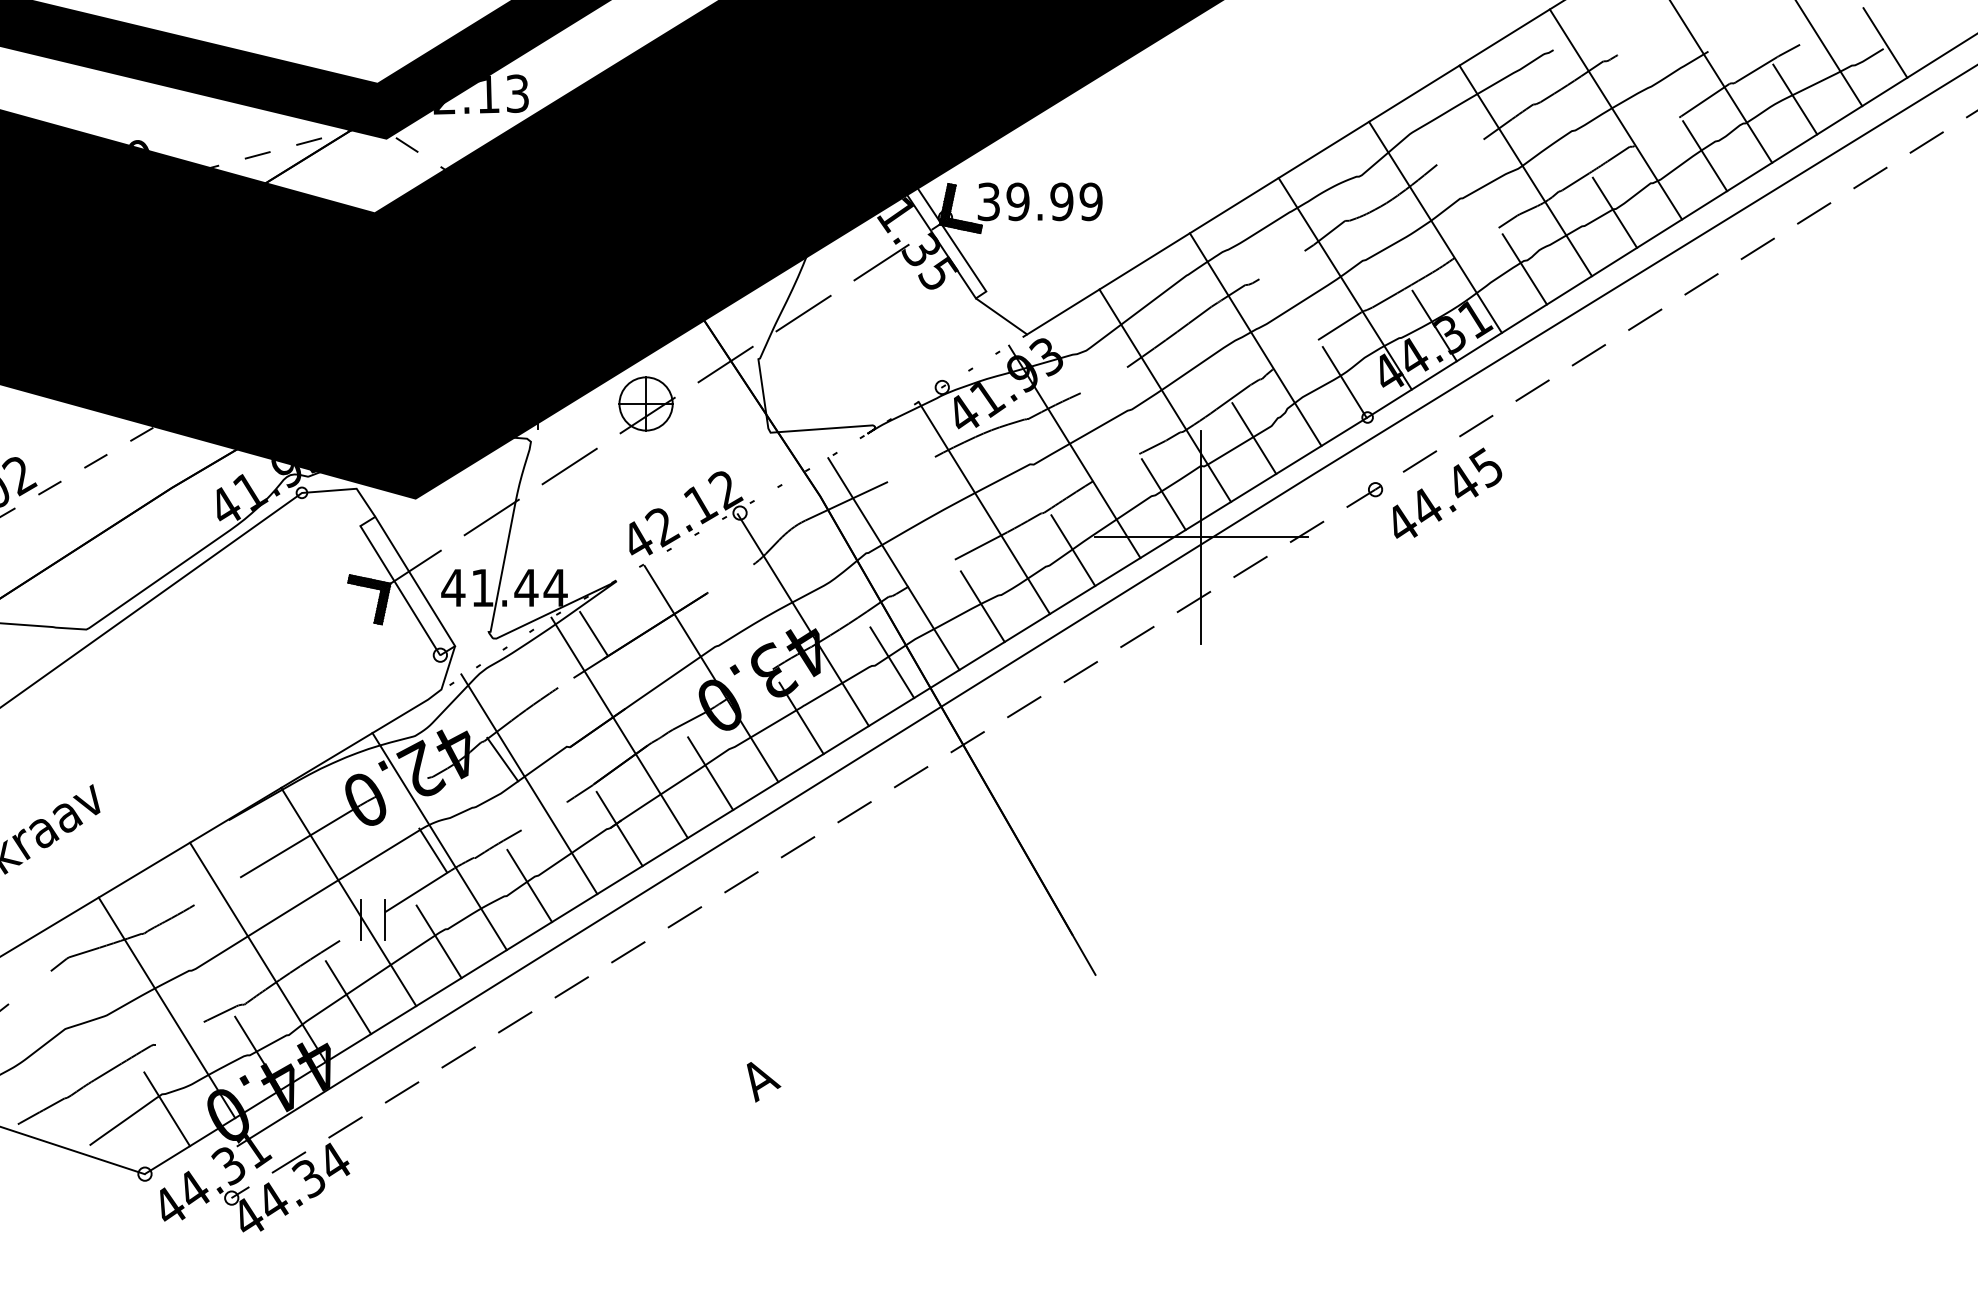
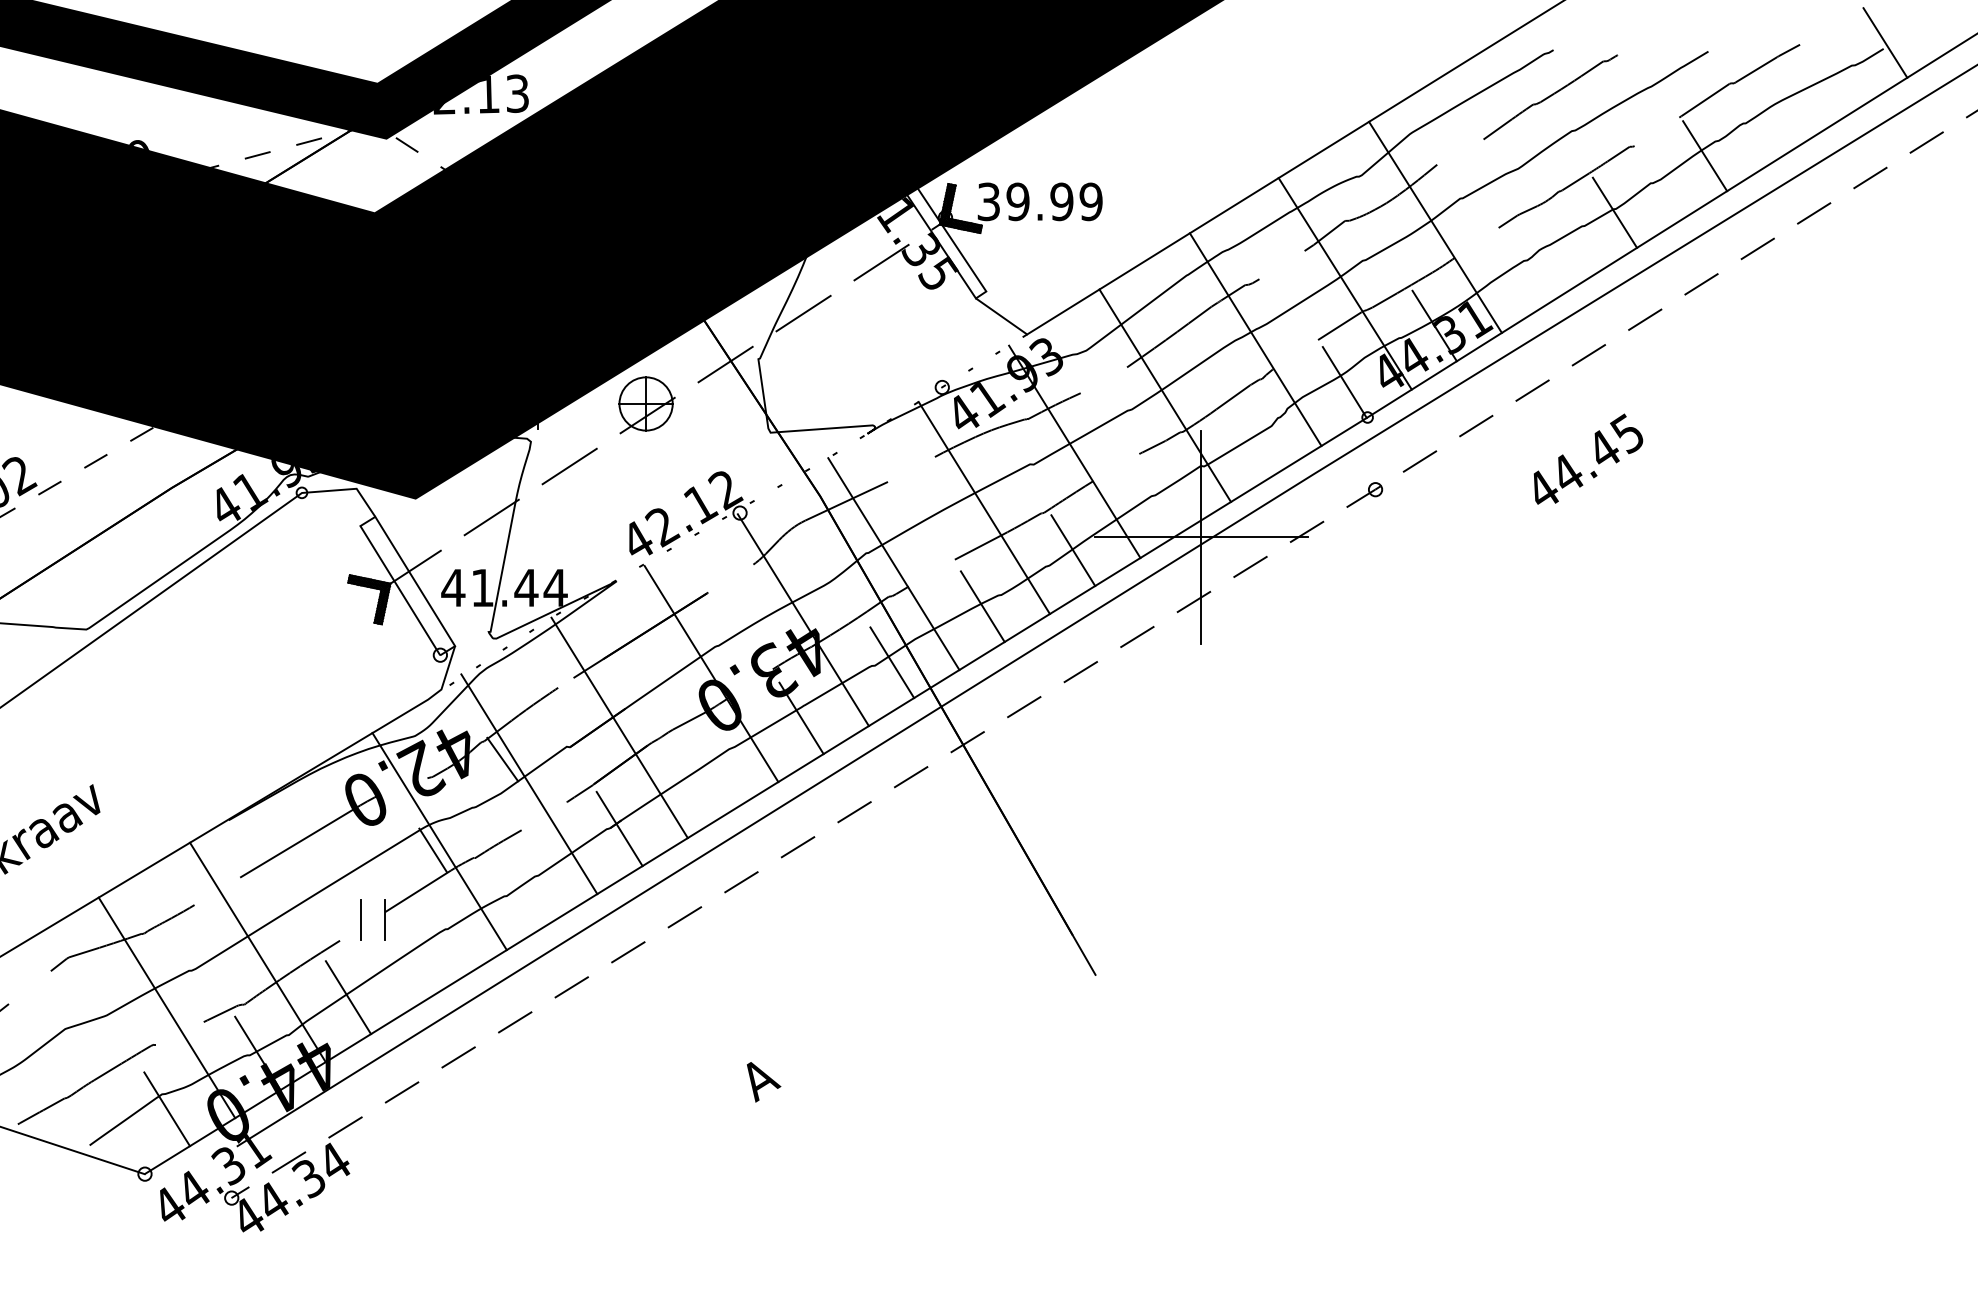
line at (1829, 54): present -> none
line at (1721, 82): present -> none
line at (1795, 99): present -> none
line at (1615, 114): present -> none
line at (1525, 170): present -> none
line at (1524, 269): present -> none
line at (1254, 438): present -> none
text at (1447, 492) position: (1447, 492) -> (1588, 458)
line at (1163, 494): present -> none
line at (593, 633): present -> none
line at (710, 773): present -> none
line at (529, 885): present -> none
line at (348, 896): present -> none
line at (438, 941): present -> none
